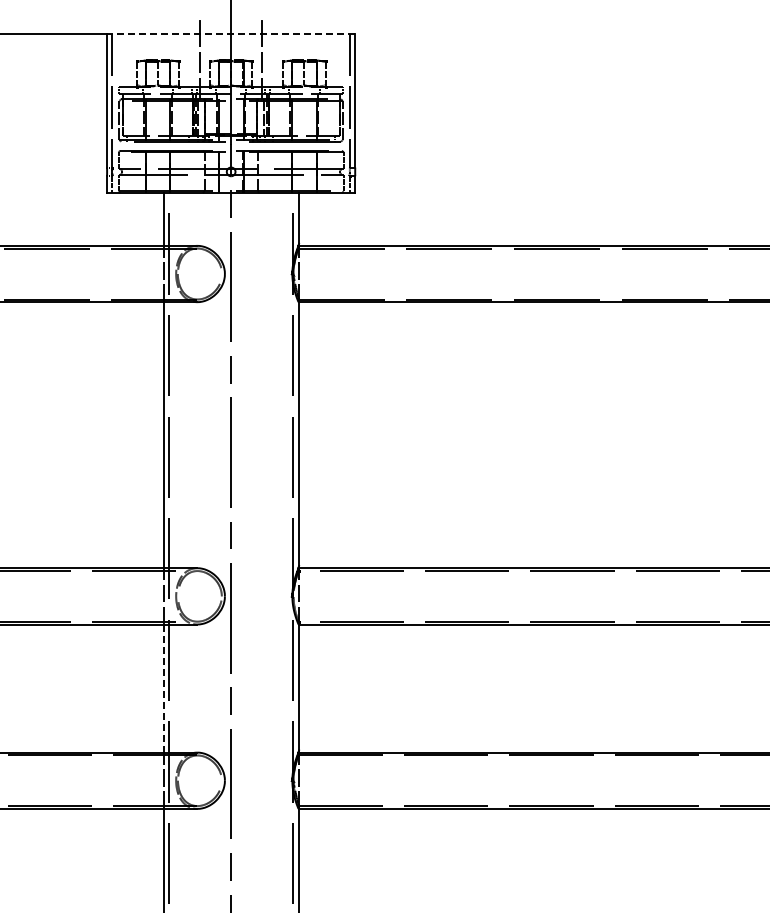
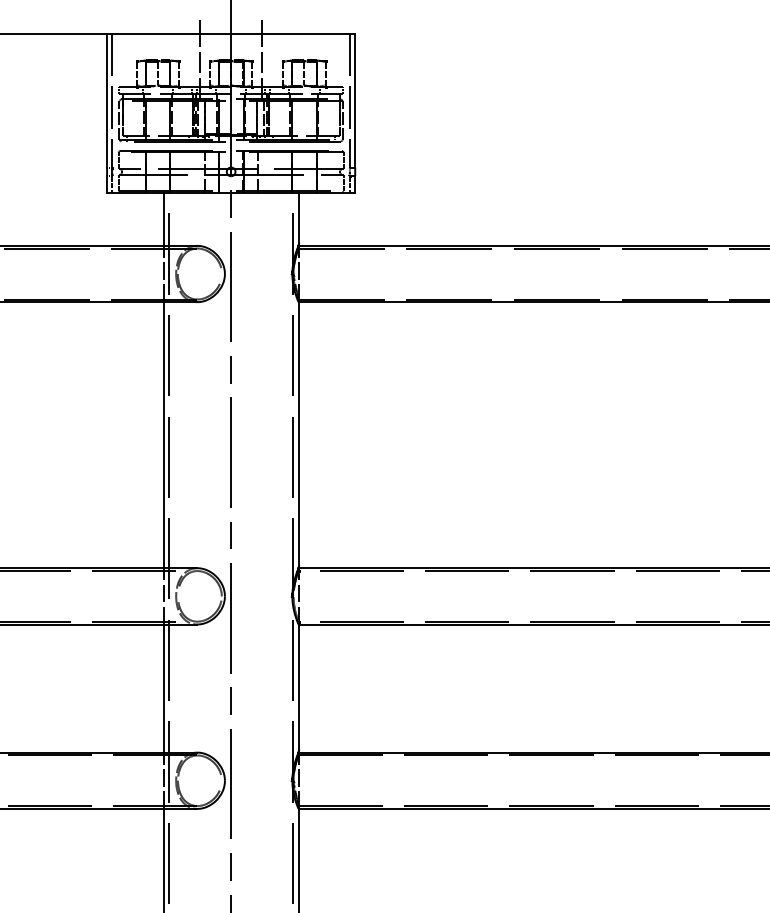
line at (230, 33): dashed -> solid
line at (163, 688): dashed -> solid
